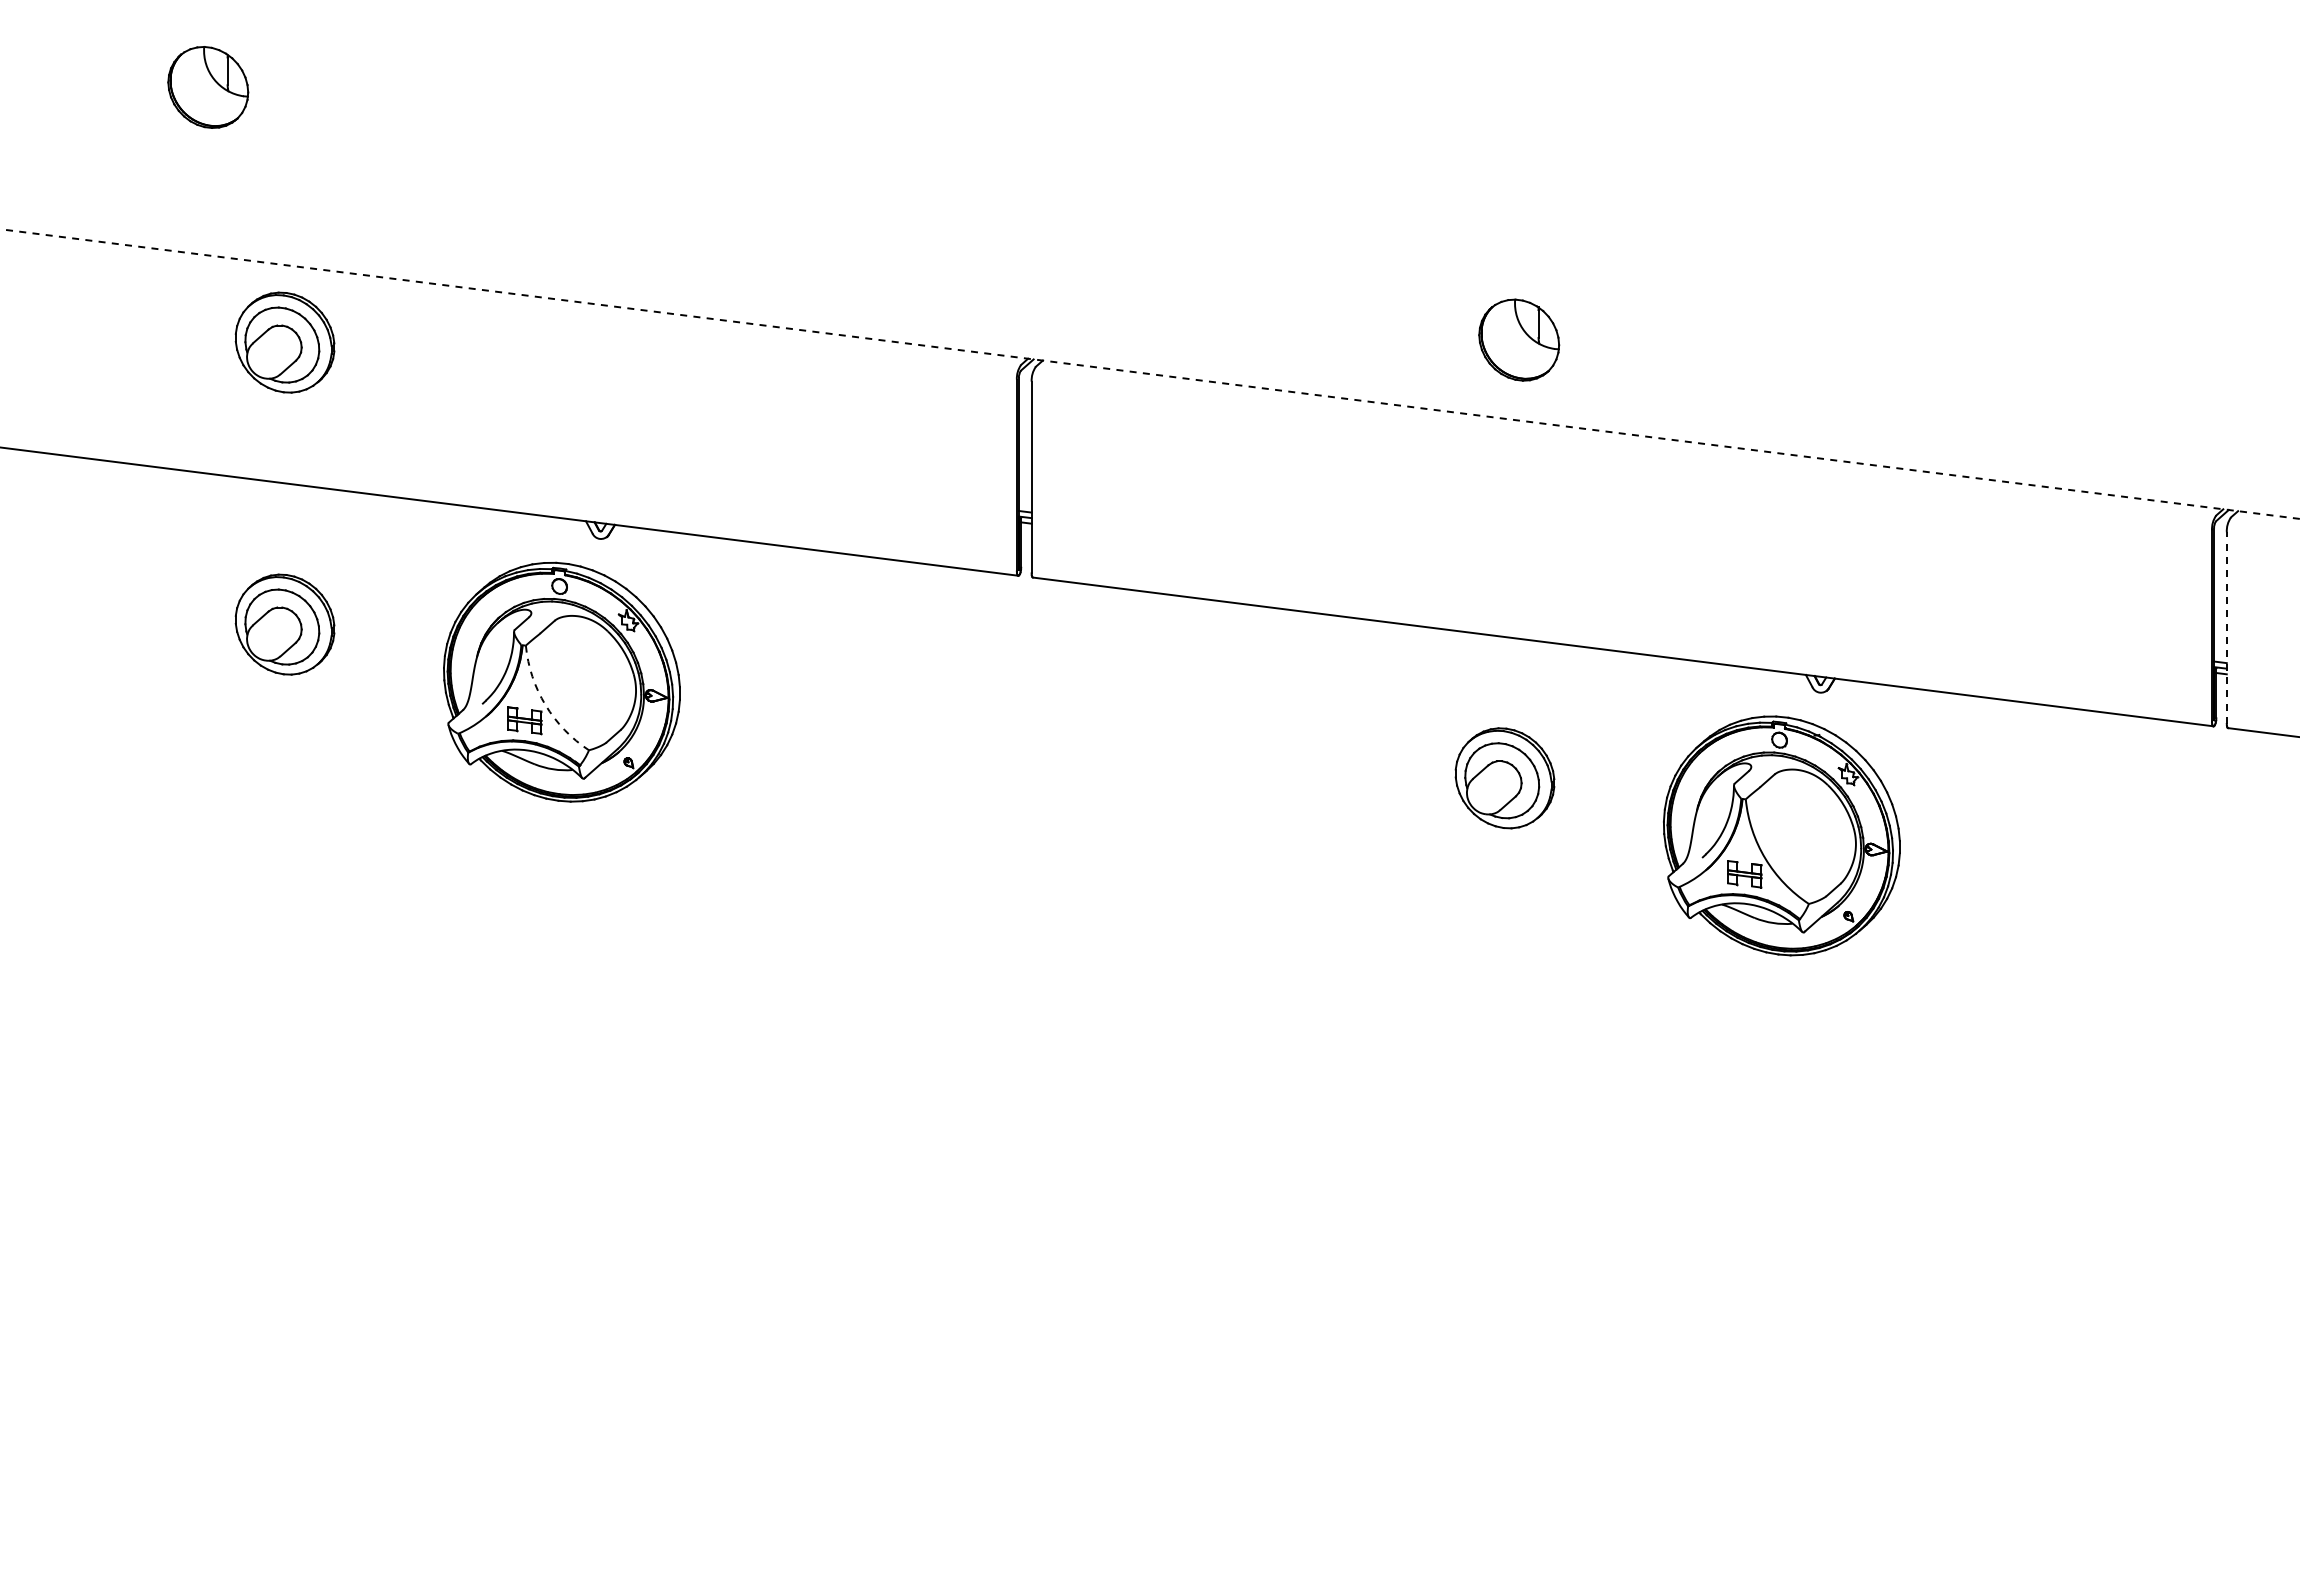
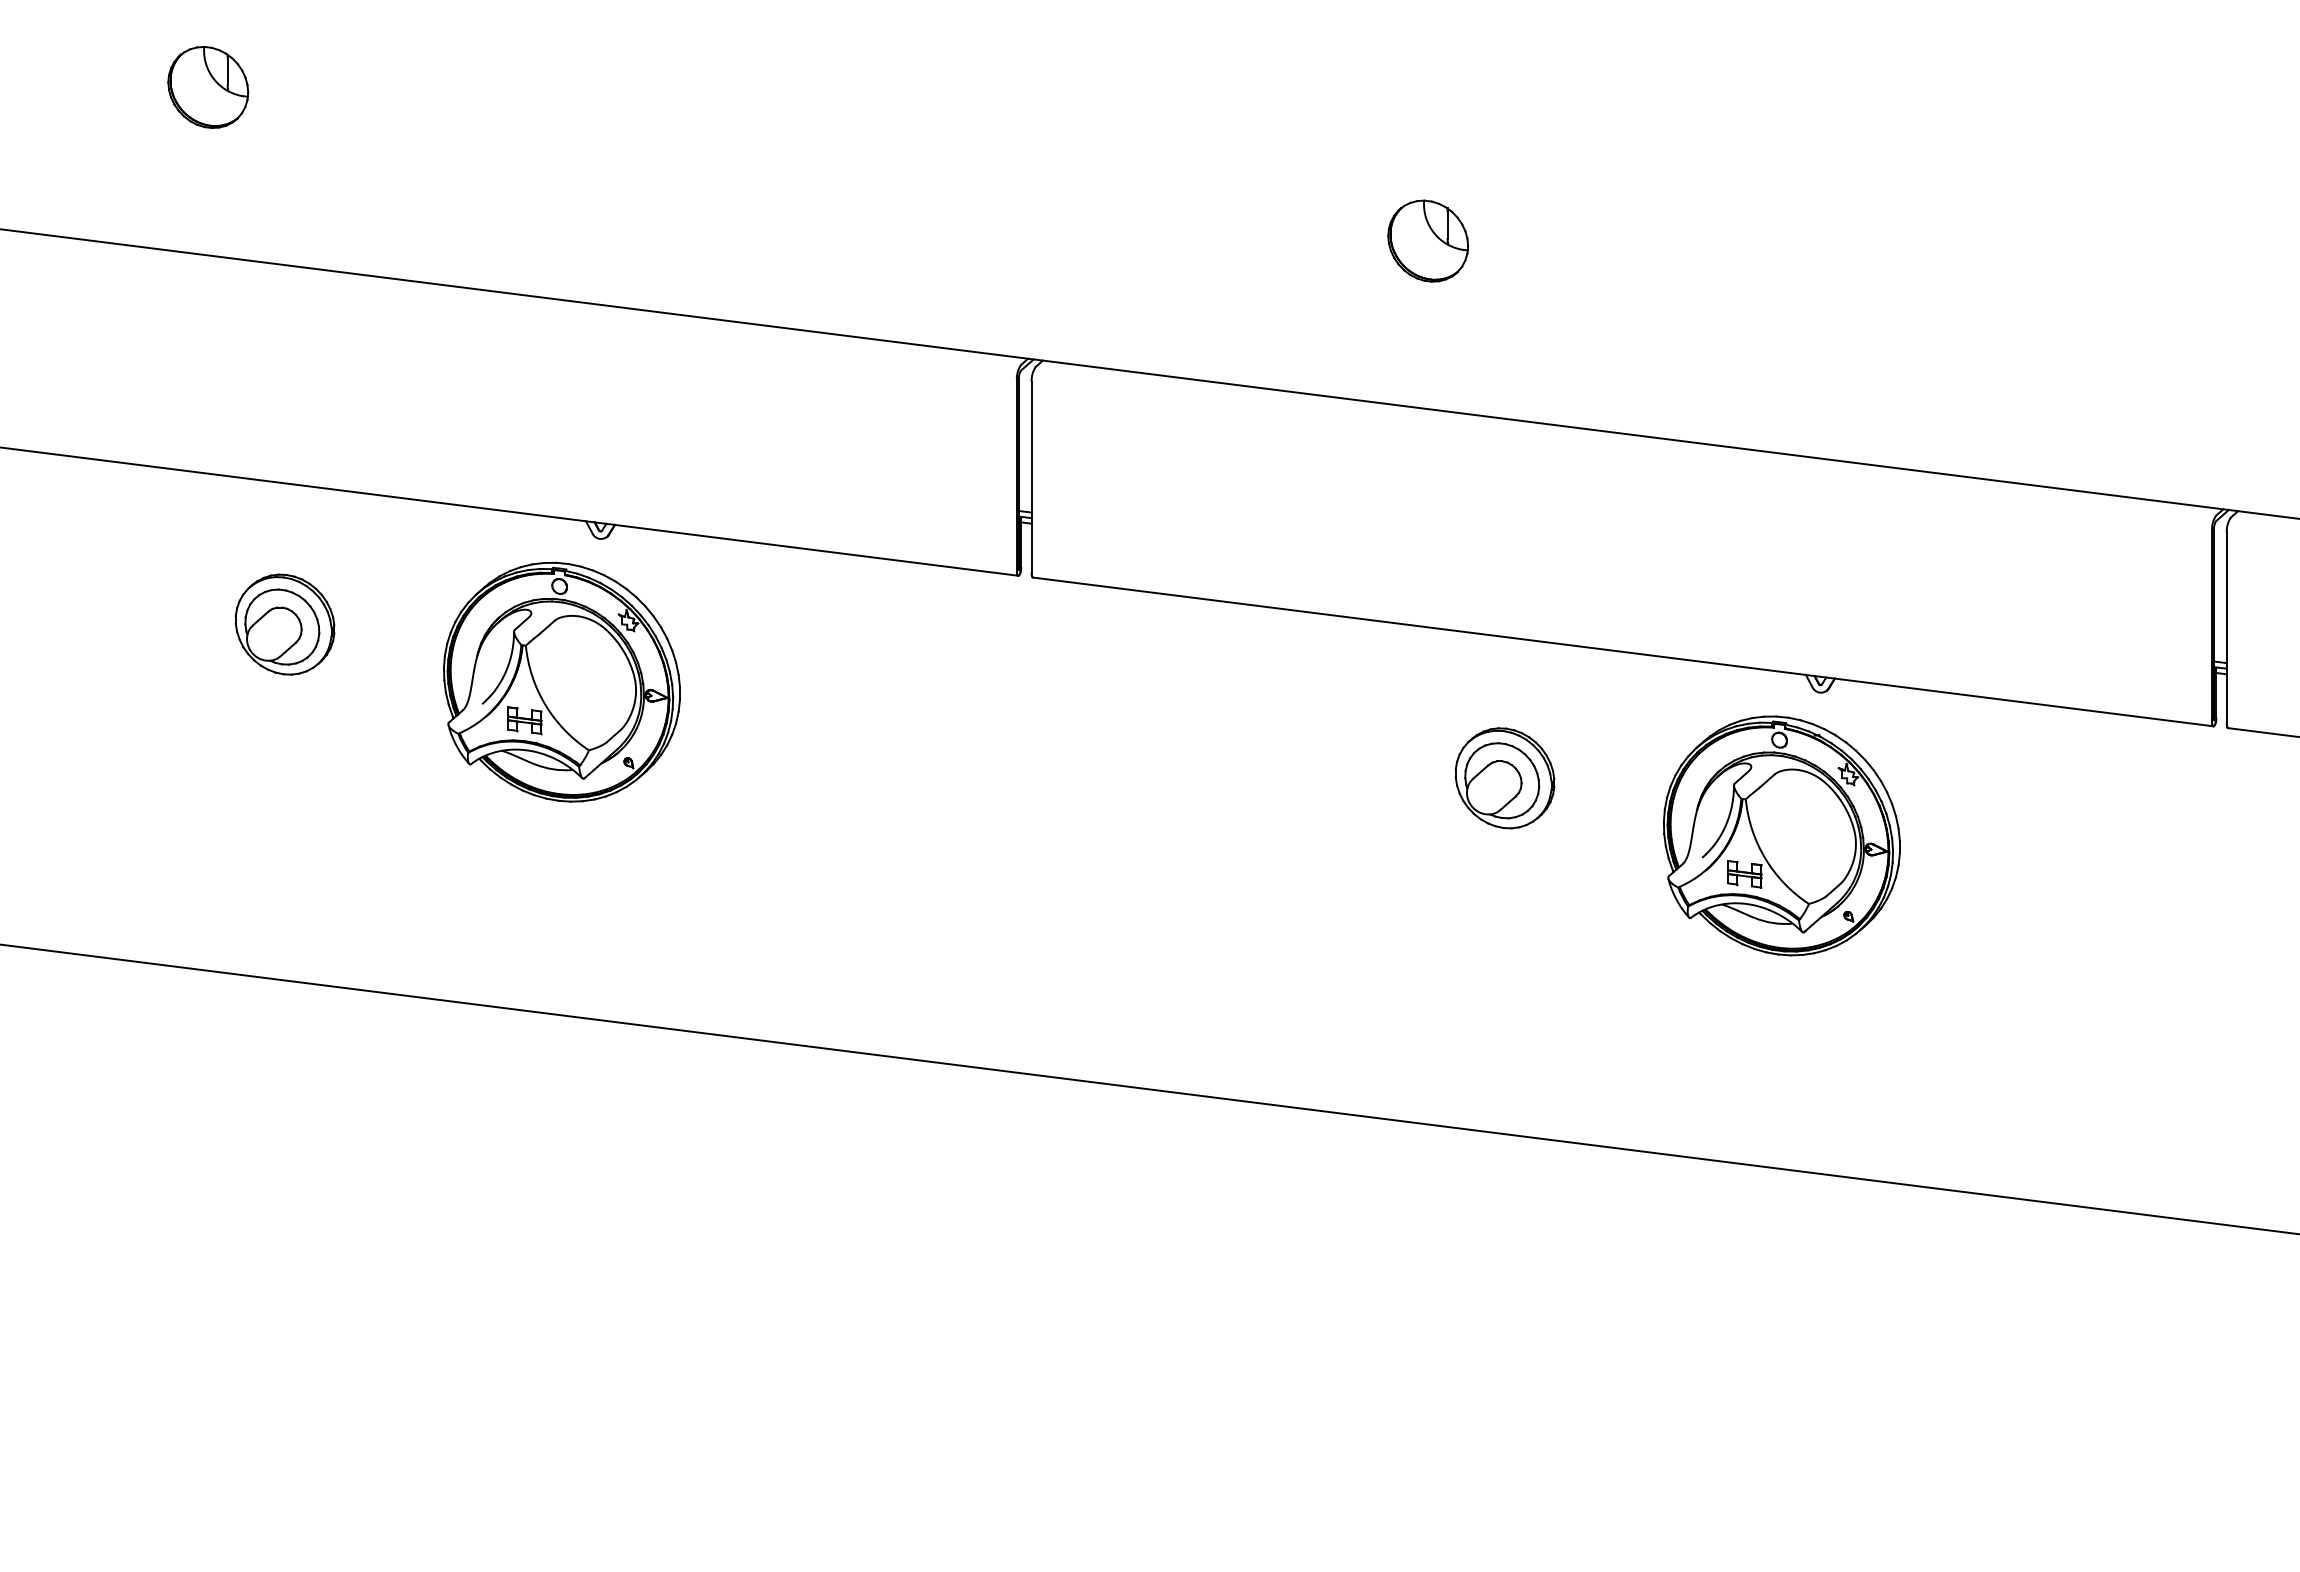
part at (1519, 339) position: (1519, 339) -> (1428, 240)
part at (284, 342): present -> none
line at (1149, 374): dashed -> solid
line at (2226, 628): dashed -> solid
arc at (545, 705): dashed -> solid
line at (1149, 1088): none -> present
